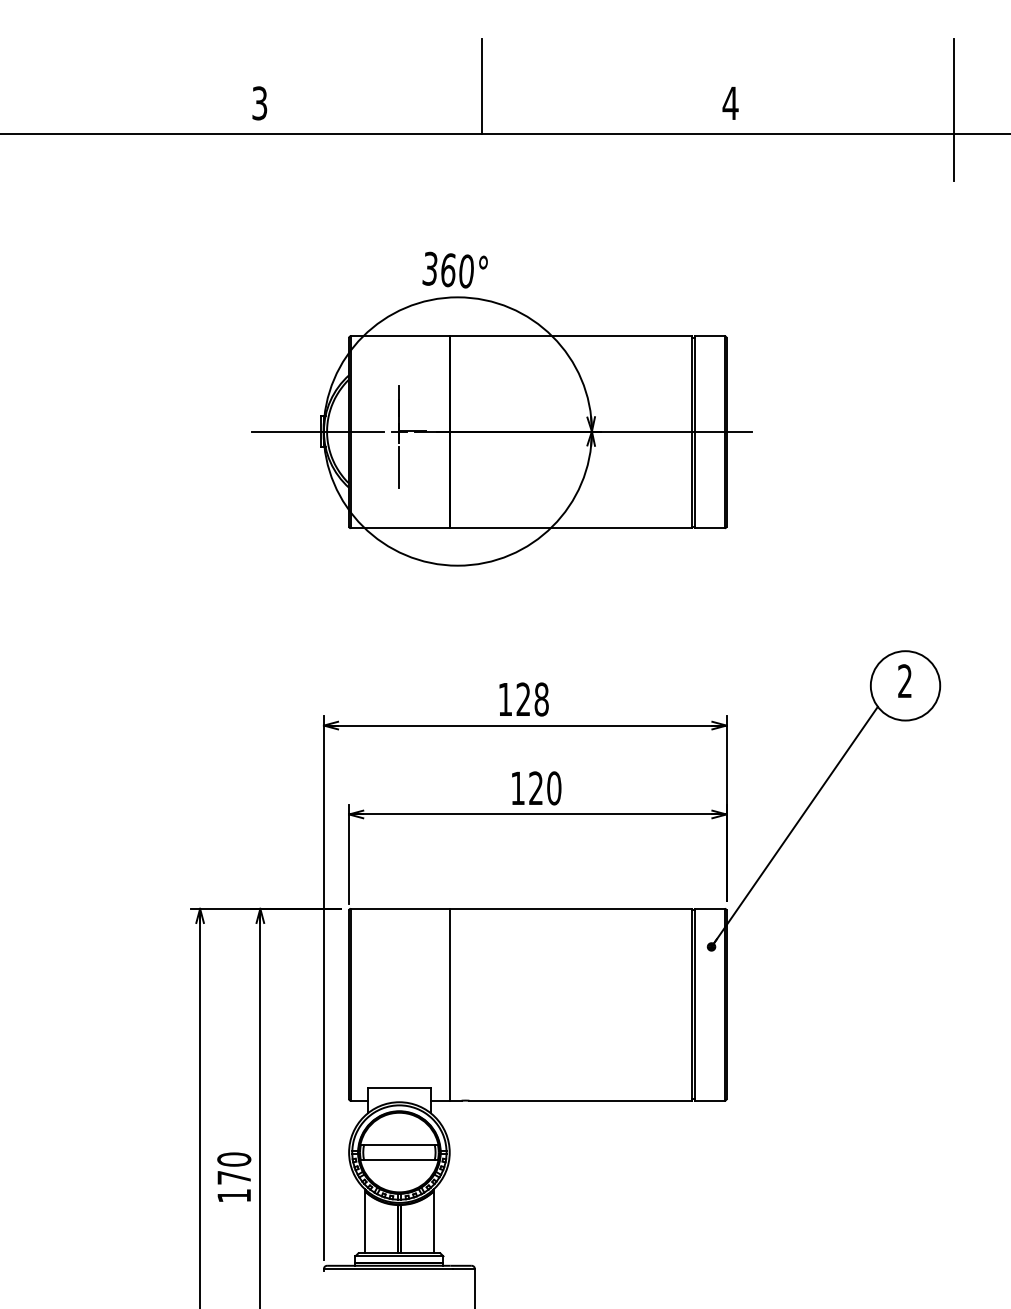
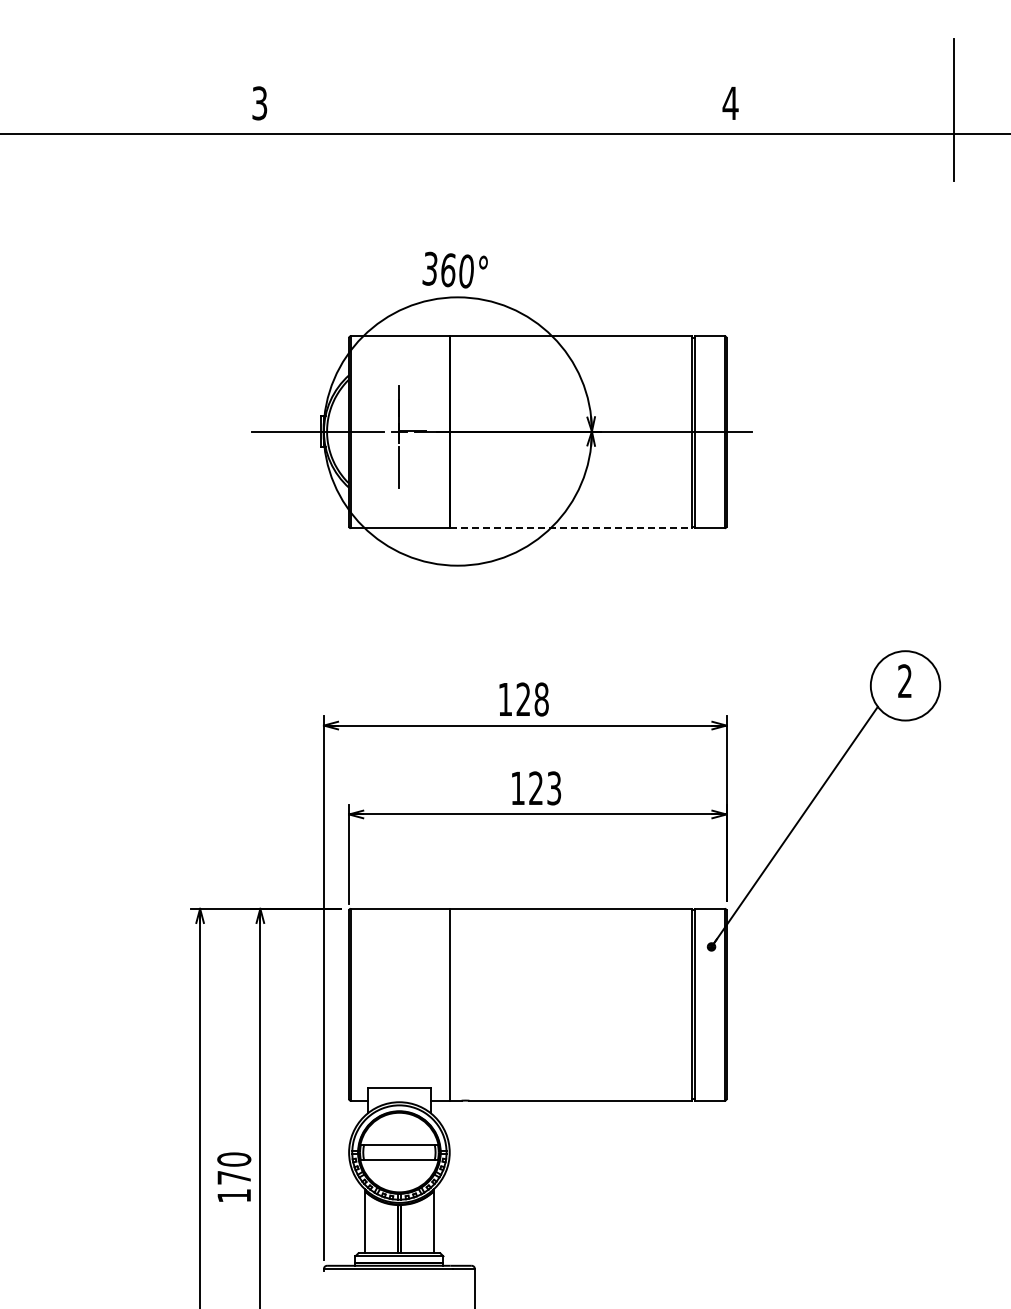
line at (482, 86): present -> none
line at (571, 528): solid -> dashed
text at (554, 788): 120 -> 123
